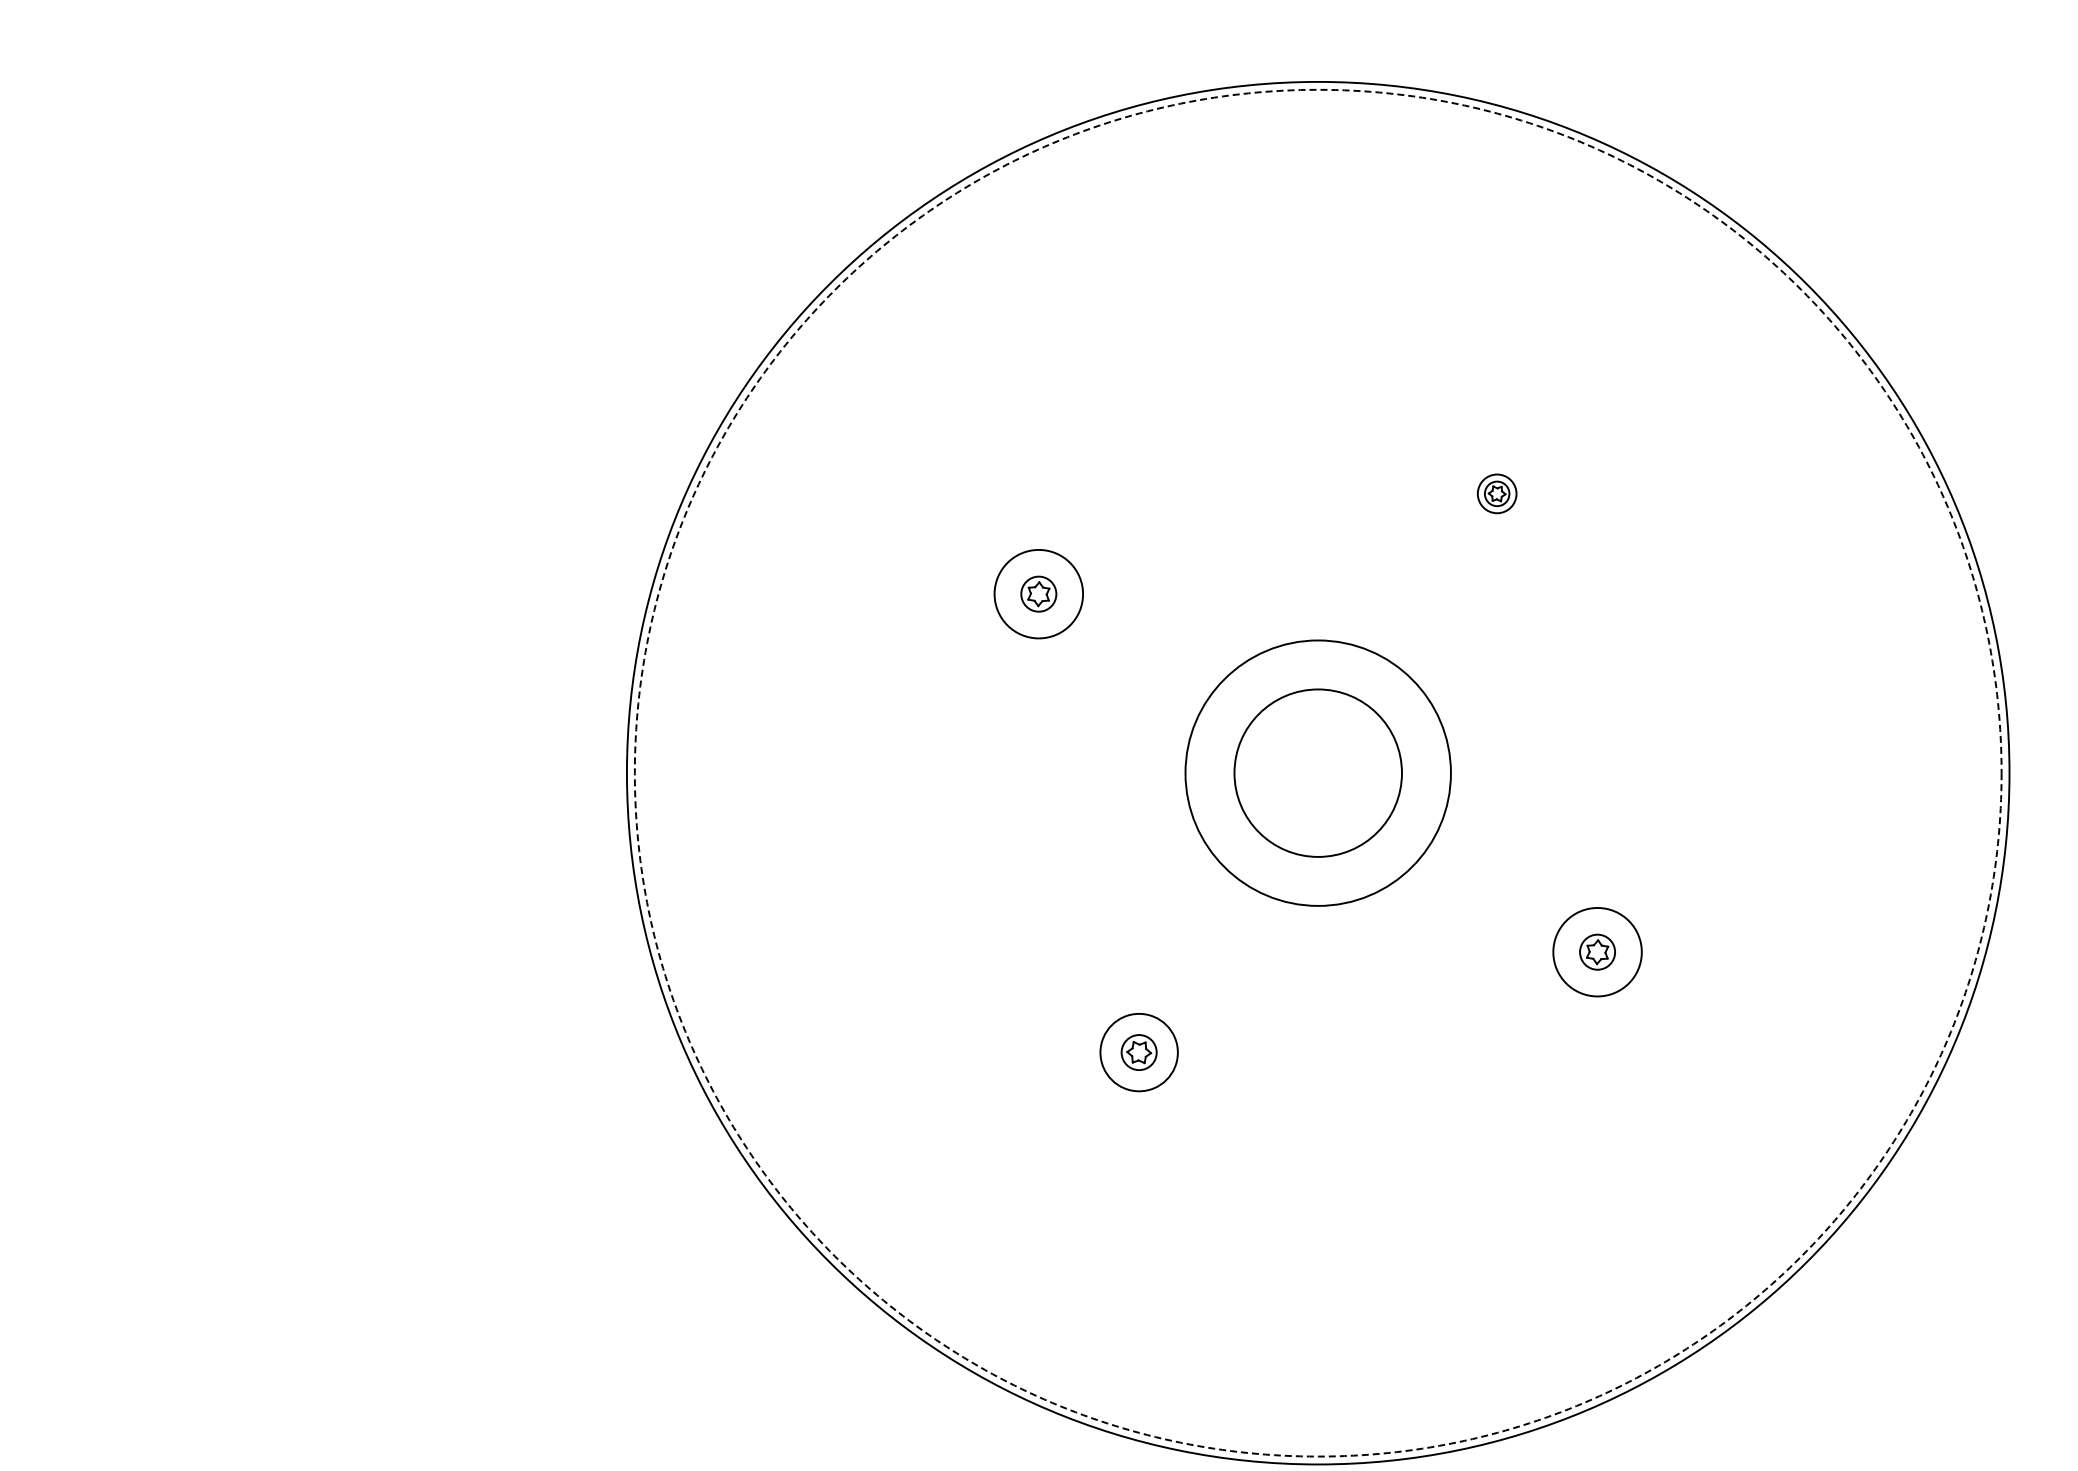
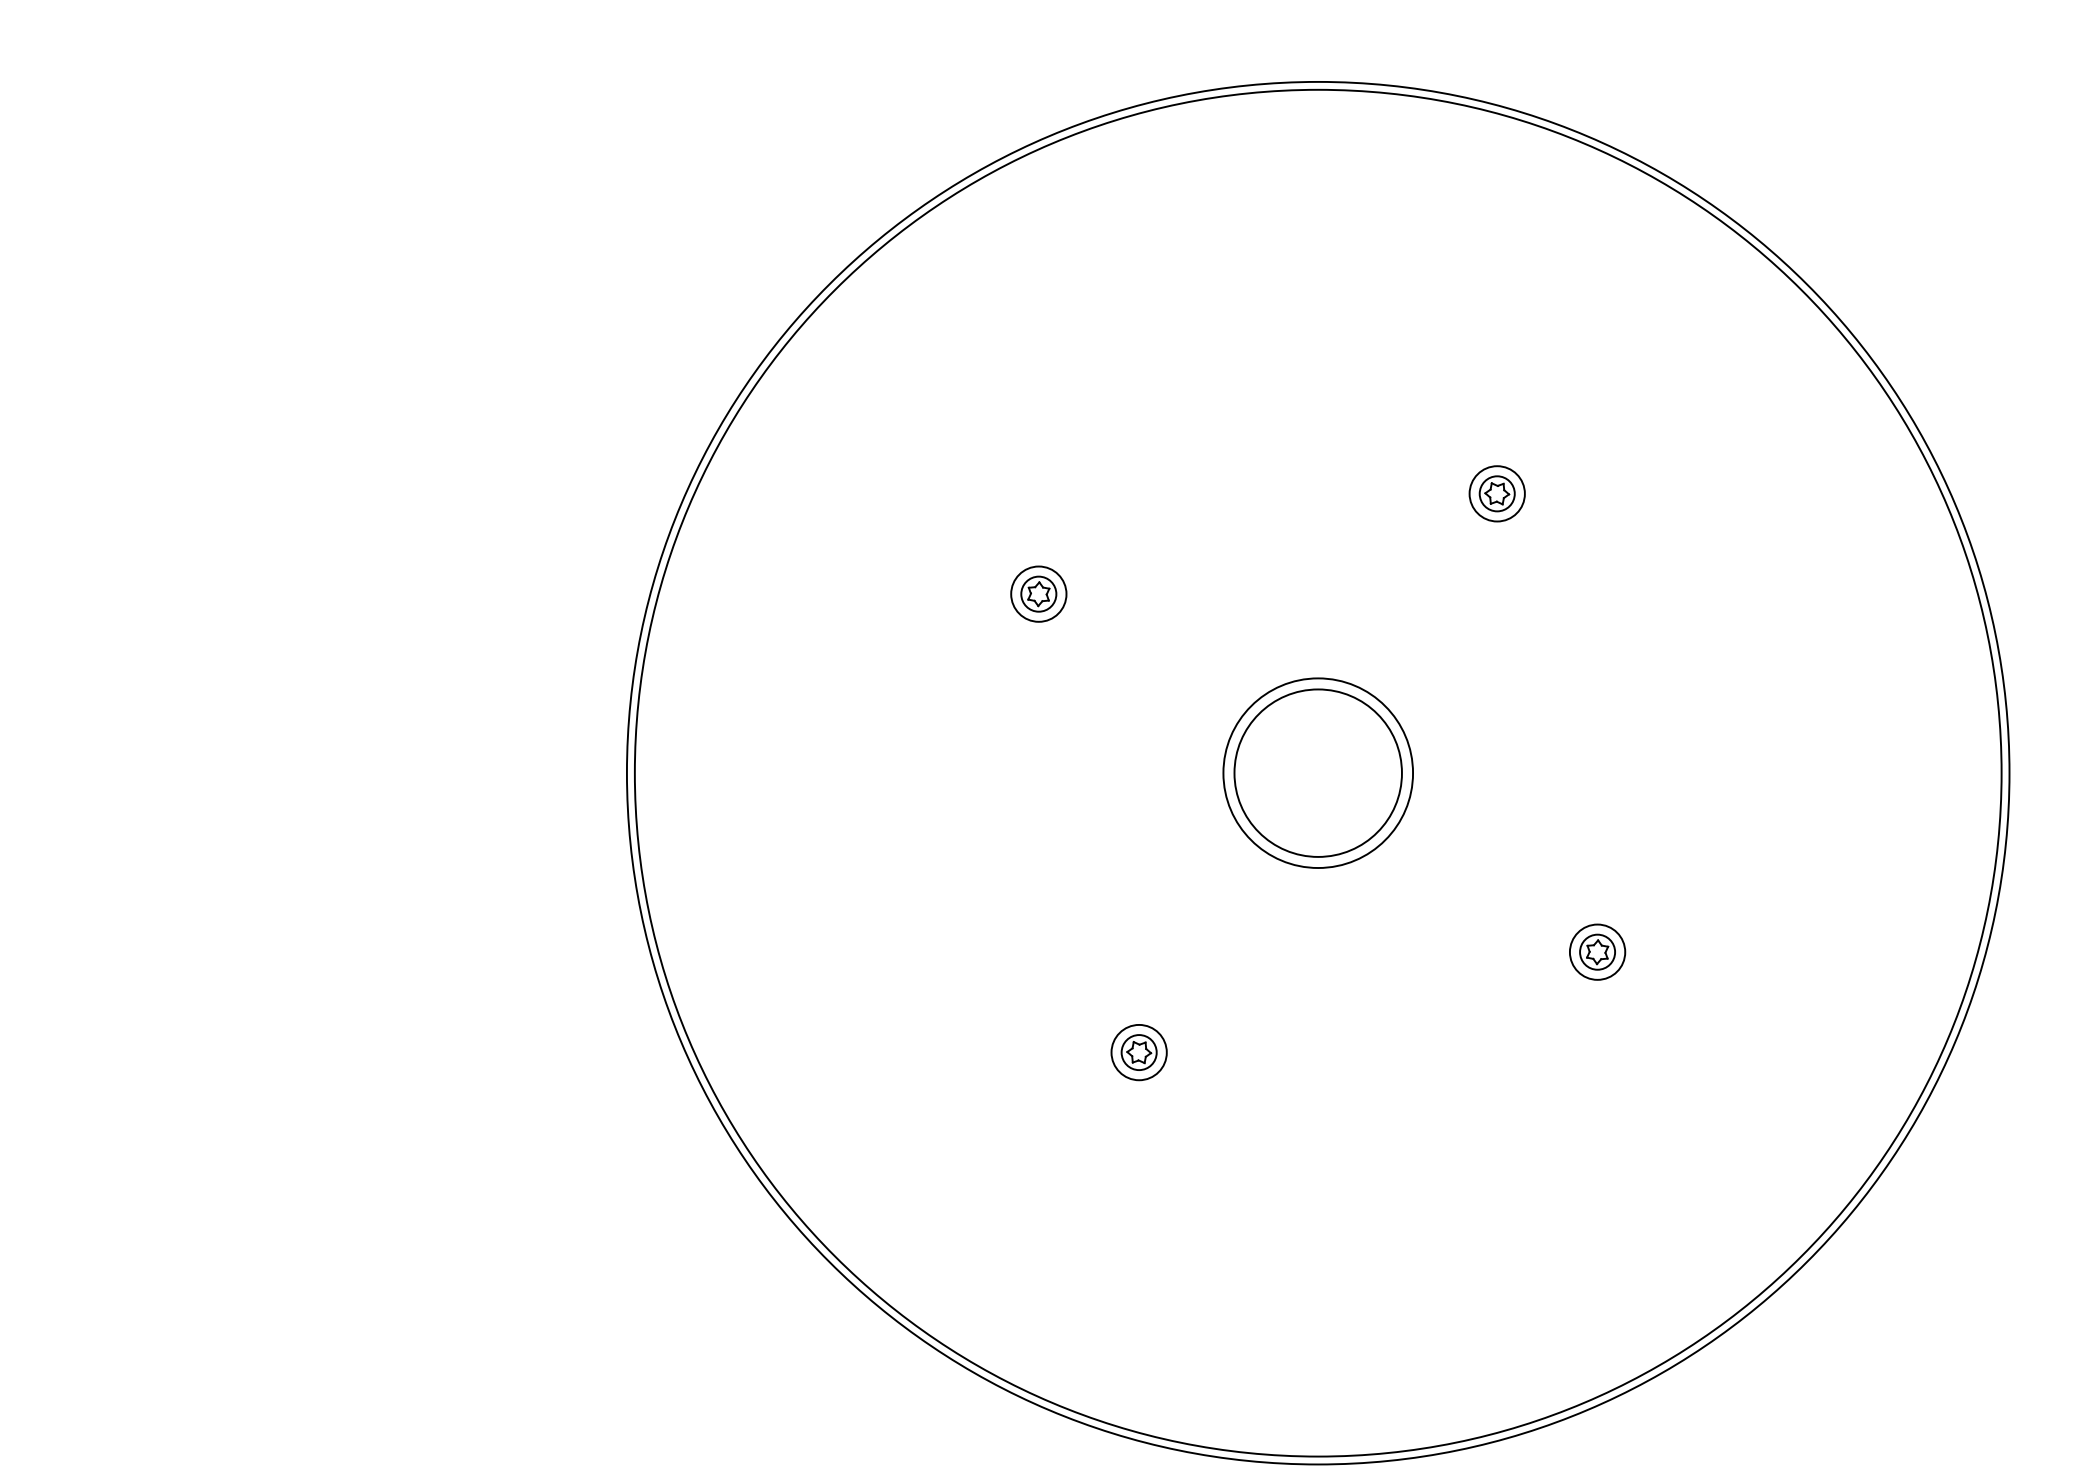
part at (1497, 493) size: 41x42 px -> 58x58 px
circle at (1038, 593) diameter: 88 px -> 55 px
circle at (1317, 772) diameter: 265 px -> 190 px
circle at (1317, 772): dashed -> solid
circle at (1597, 951) diameter: 88 px -> 55 px
circle at (1138, 1052) diameter: 77 px -> 55 px
